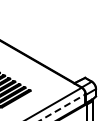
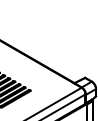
line at (63, 107): dashed -> solid
